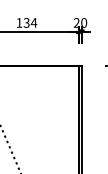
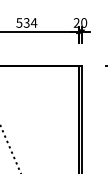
text at (19, 22): 134 -> 534
